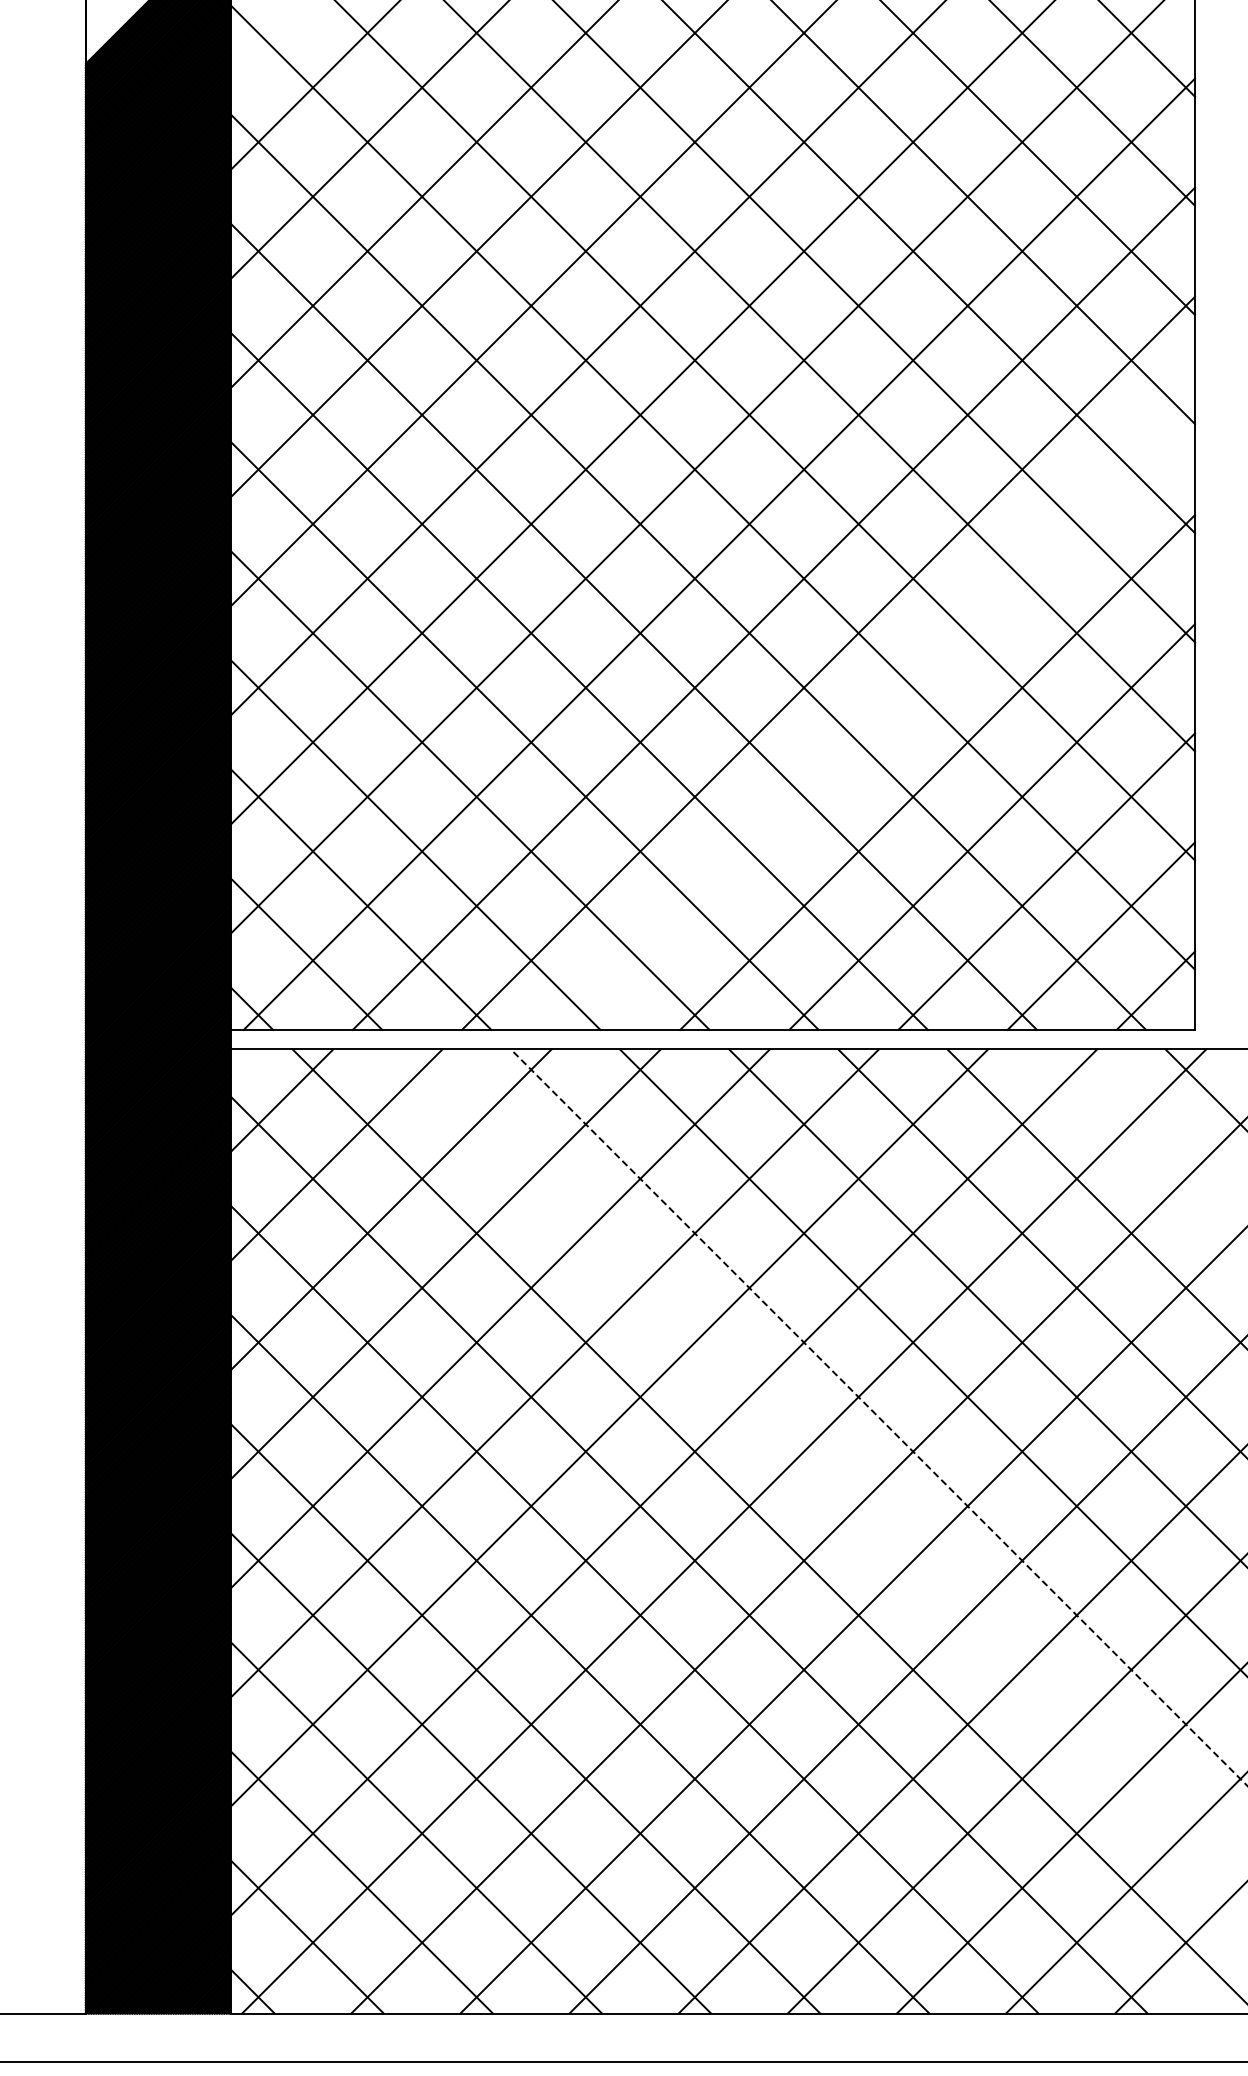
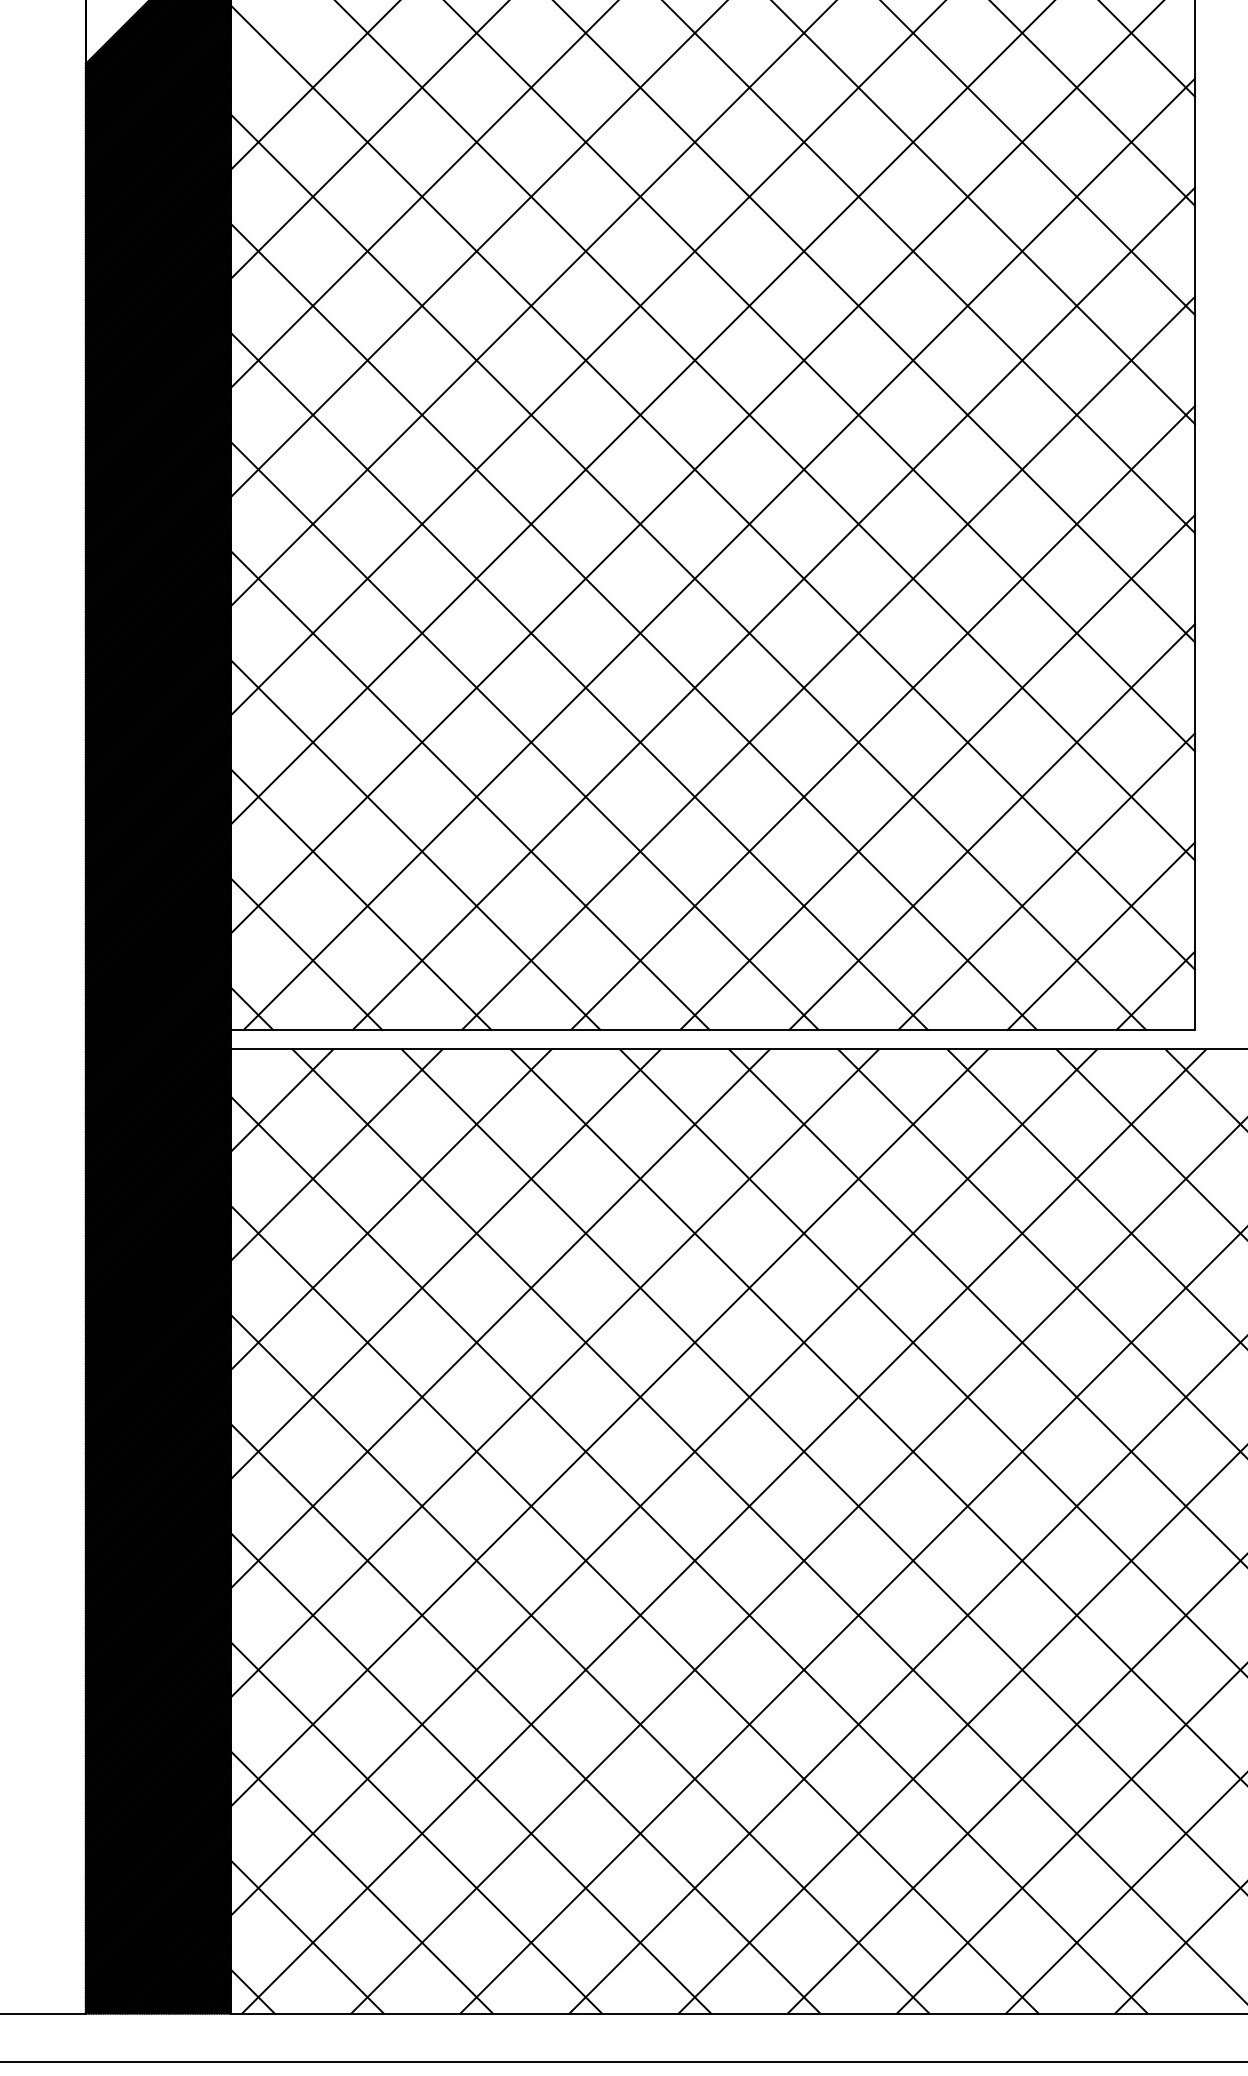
line at (882, 717): none -> present
line at (1150, 1143): none -> present
line at (879, 1417): dashed -> solid
line at (822, 1470): none -> present
